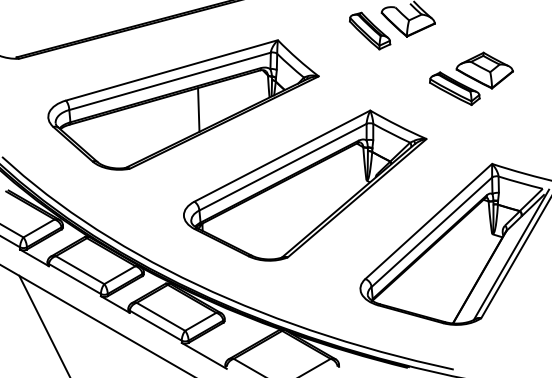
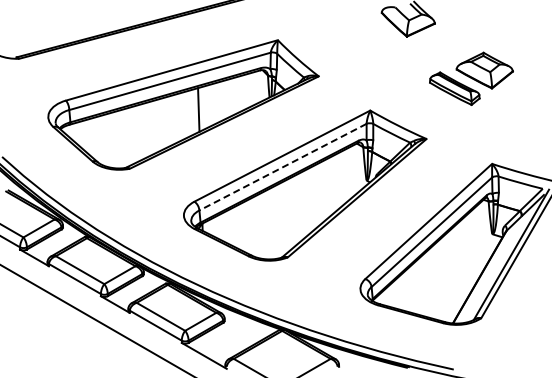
part at (370, 30): present -> none
line at (282, 167): solid -> dashed
line at (43, 324): present -> none
